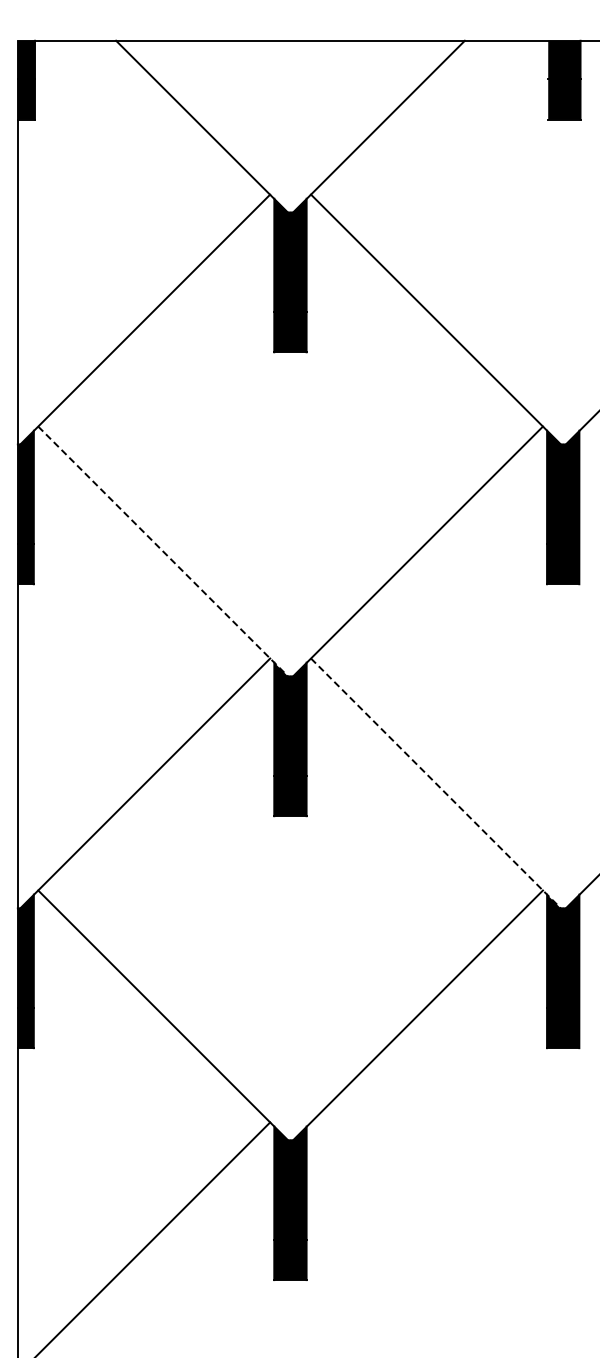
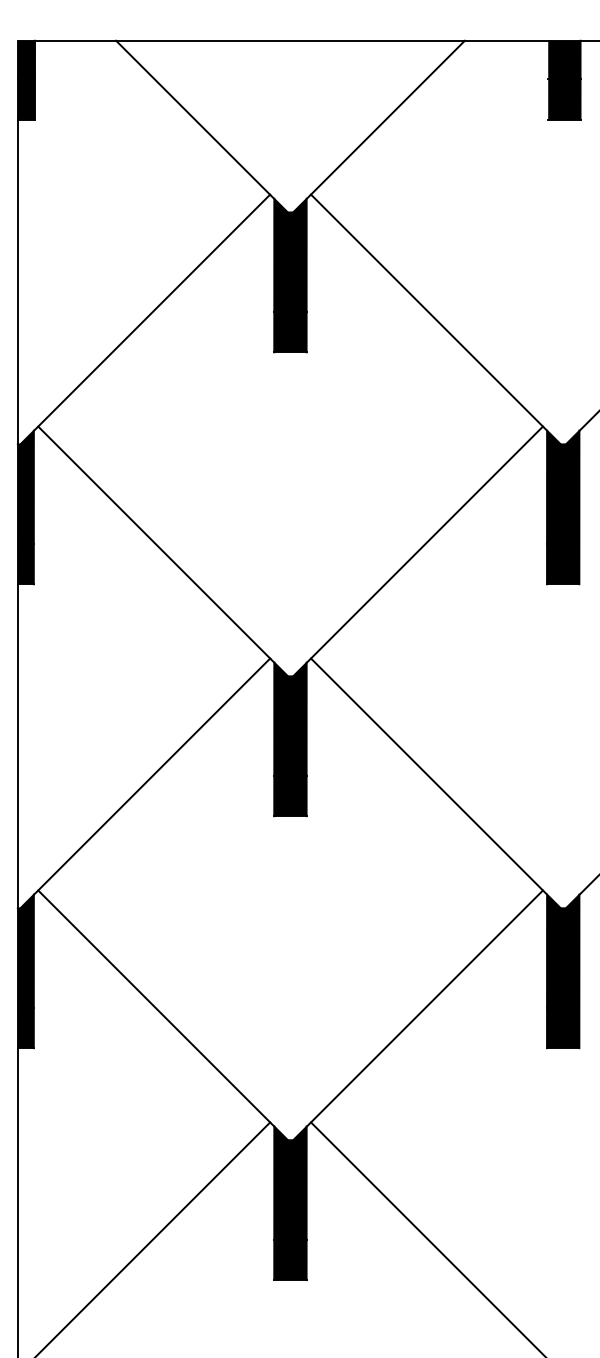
line at (163, 551): dashed -> solid
line at (435, 783): dashed -> solid
line at (427, 1238): none -> present
